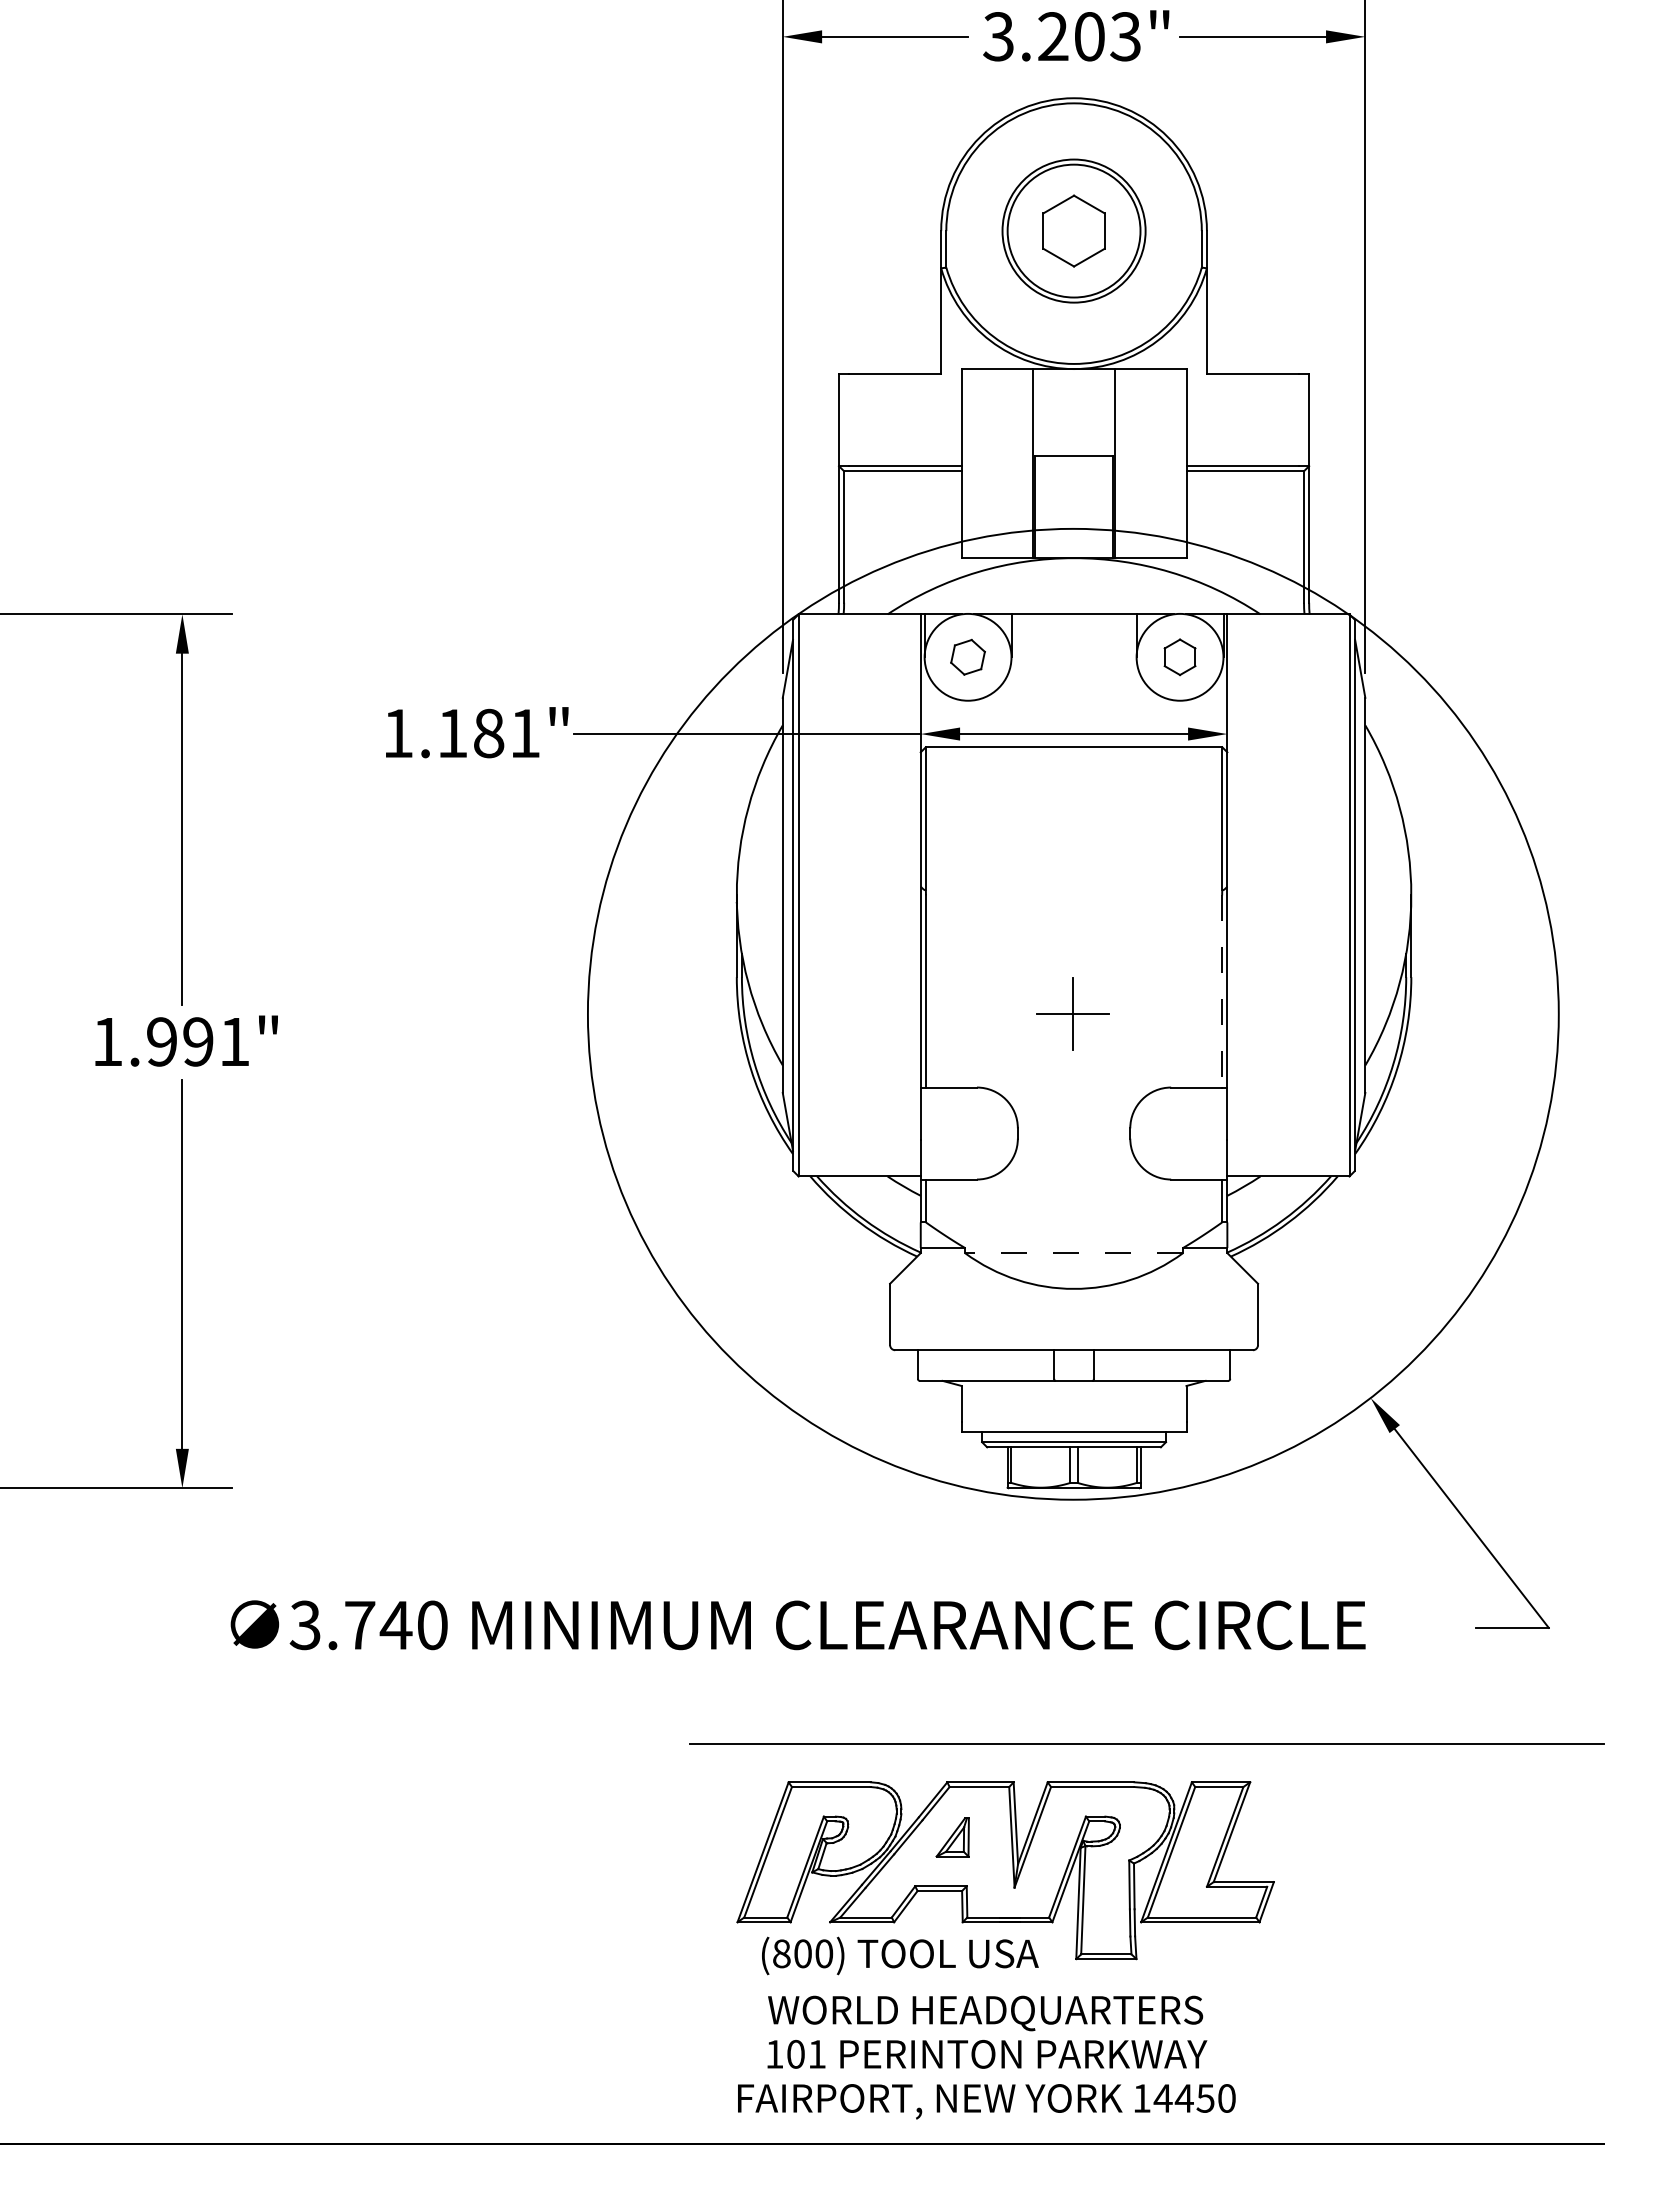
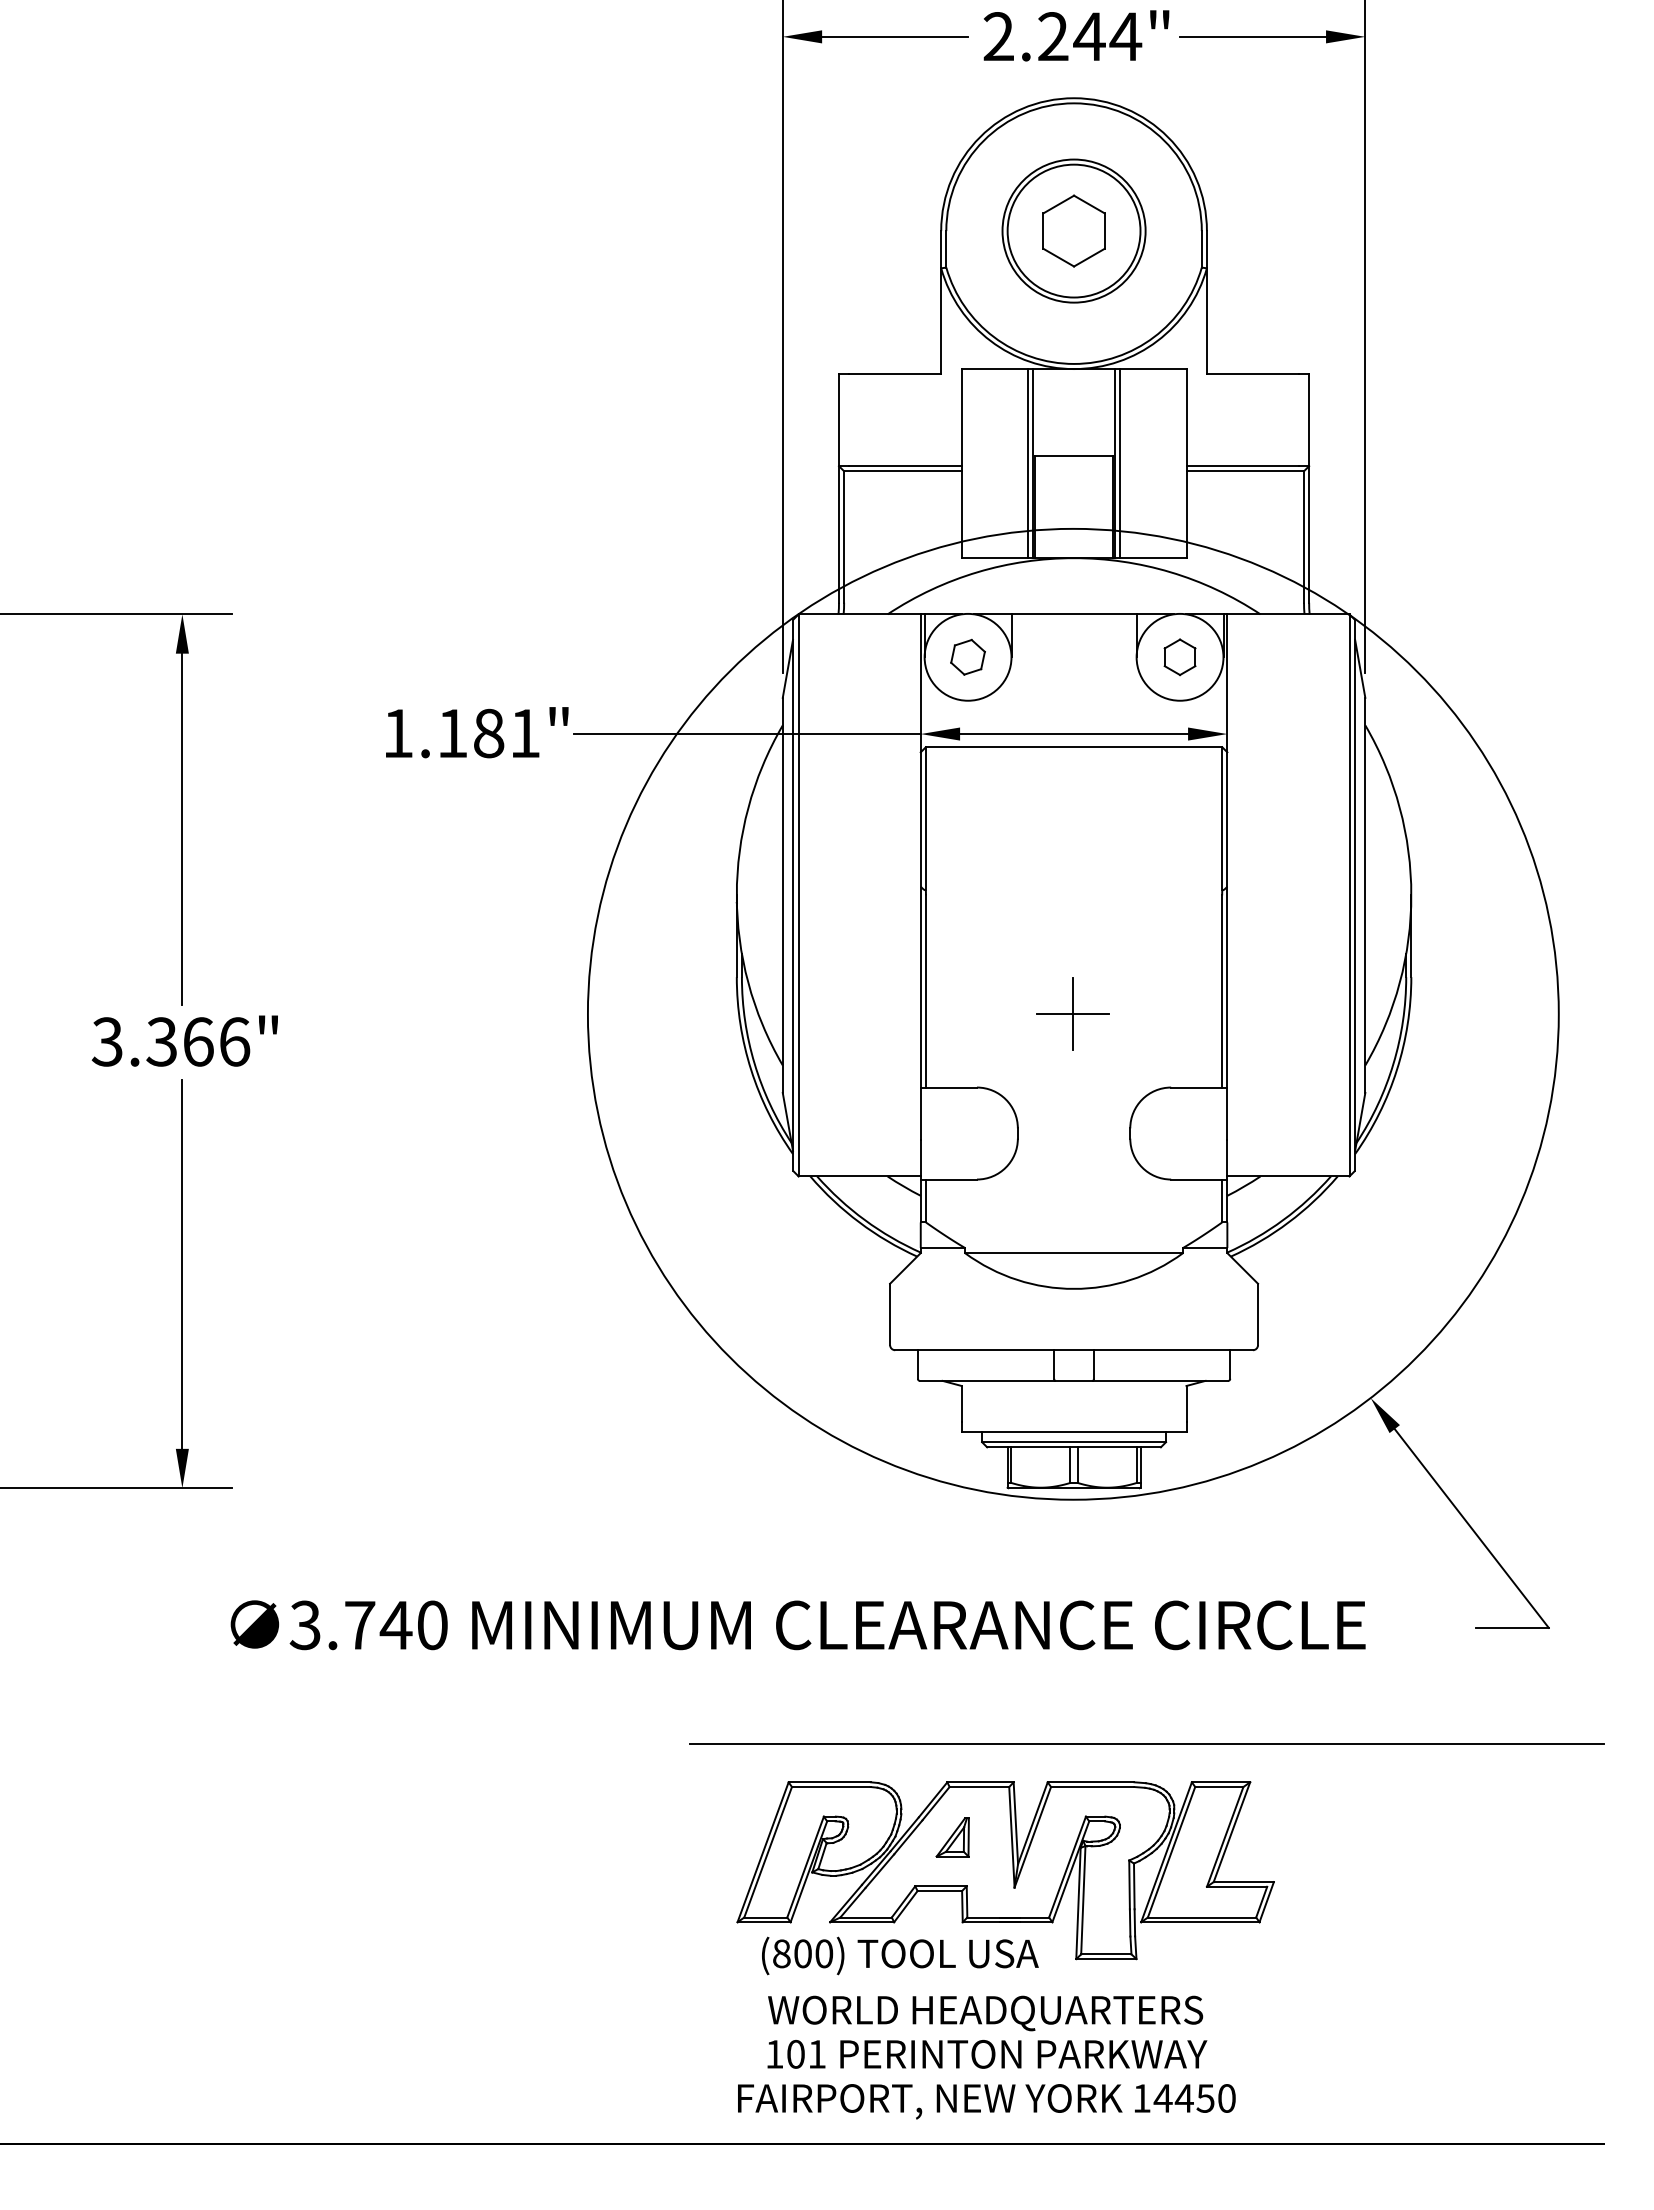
text at (1062, 36): 3.203" -> 2.244"
line at (1028, 463): none -> present
line at (1120, 463): none -> present
line at (1222, 991): dashed -> solid
text at (170, 1041): 1.991" -> 3.366"
line at (1073, 1253): dashed -> solid
